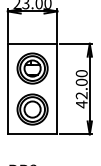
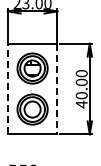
line at (7, 88): solid -> dashed
line at (57, 89): solid -> dashed
text at (81, 95): 42.00 -> 40.00
